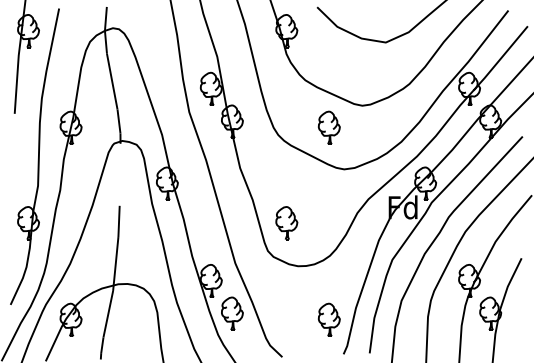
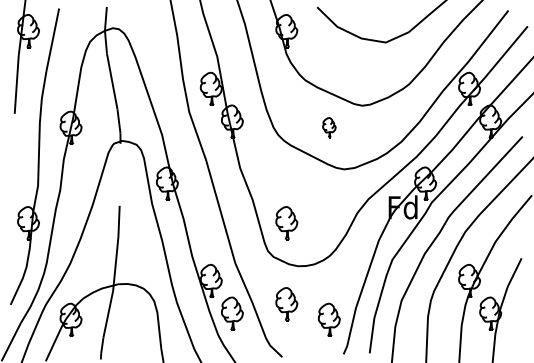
part at (329, 127) size: 23x35 px -> 15x22 px
part at (286, 304): none -> present
